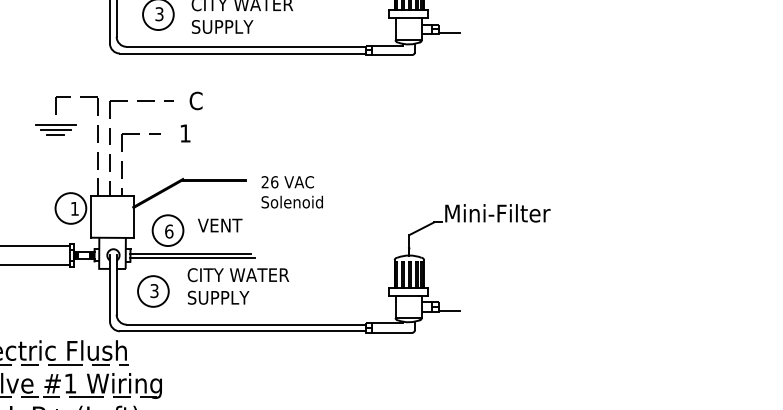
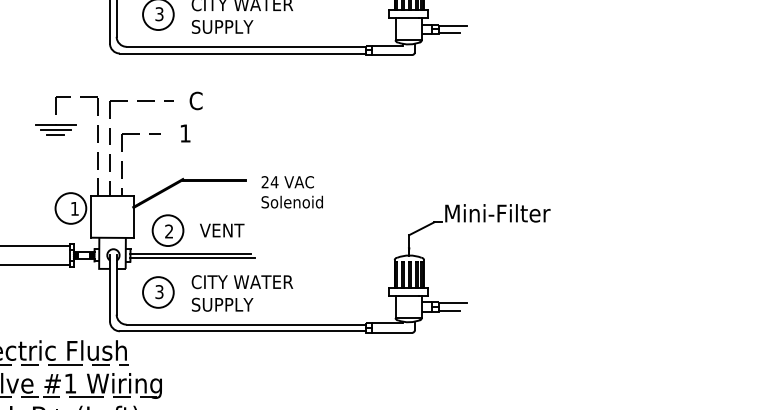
line at (452, 25): none -> present
text at (274, 182): 26 -> 24
text at (220, 225) position: (220, 225) -> (222, 230)
text at (169, 231): 6 -> 2
text at (238, 286) position: (238, 286) -> (242, 293)
part at (153, 291) position: (153, 291) -> (158, 292)
line at (452, 303): none -> present
